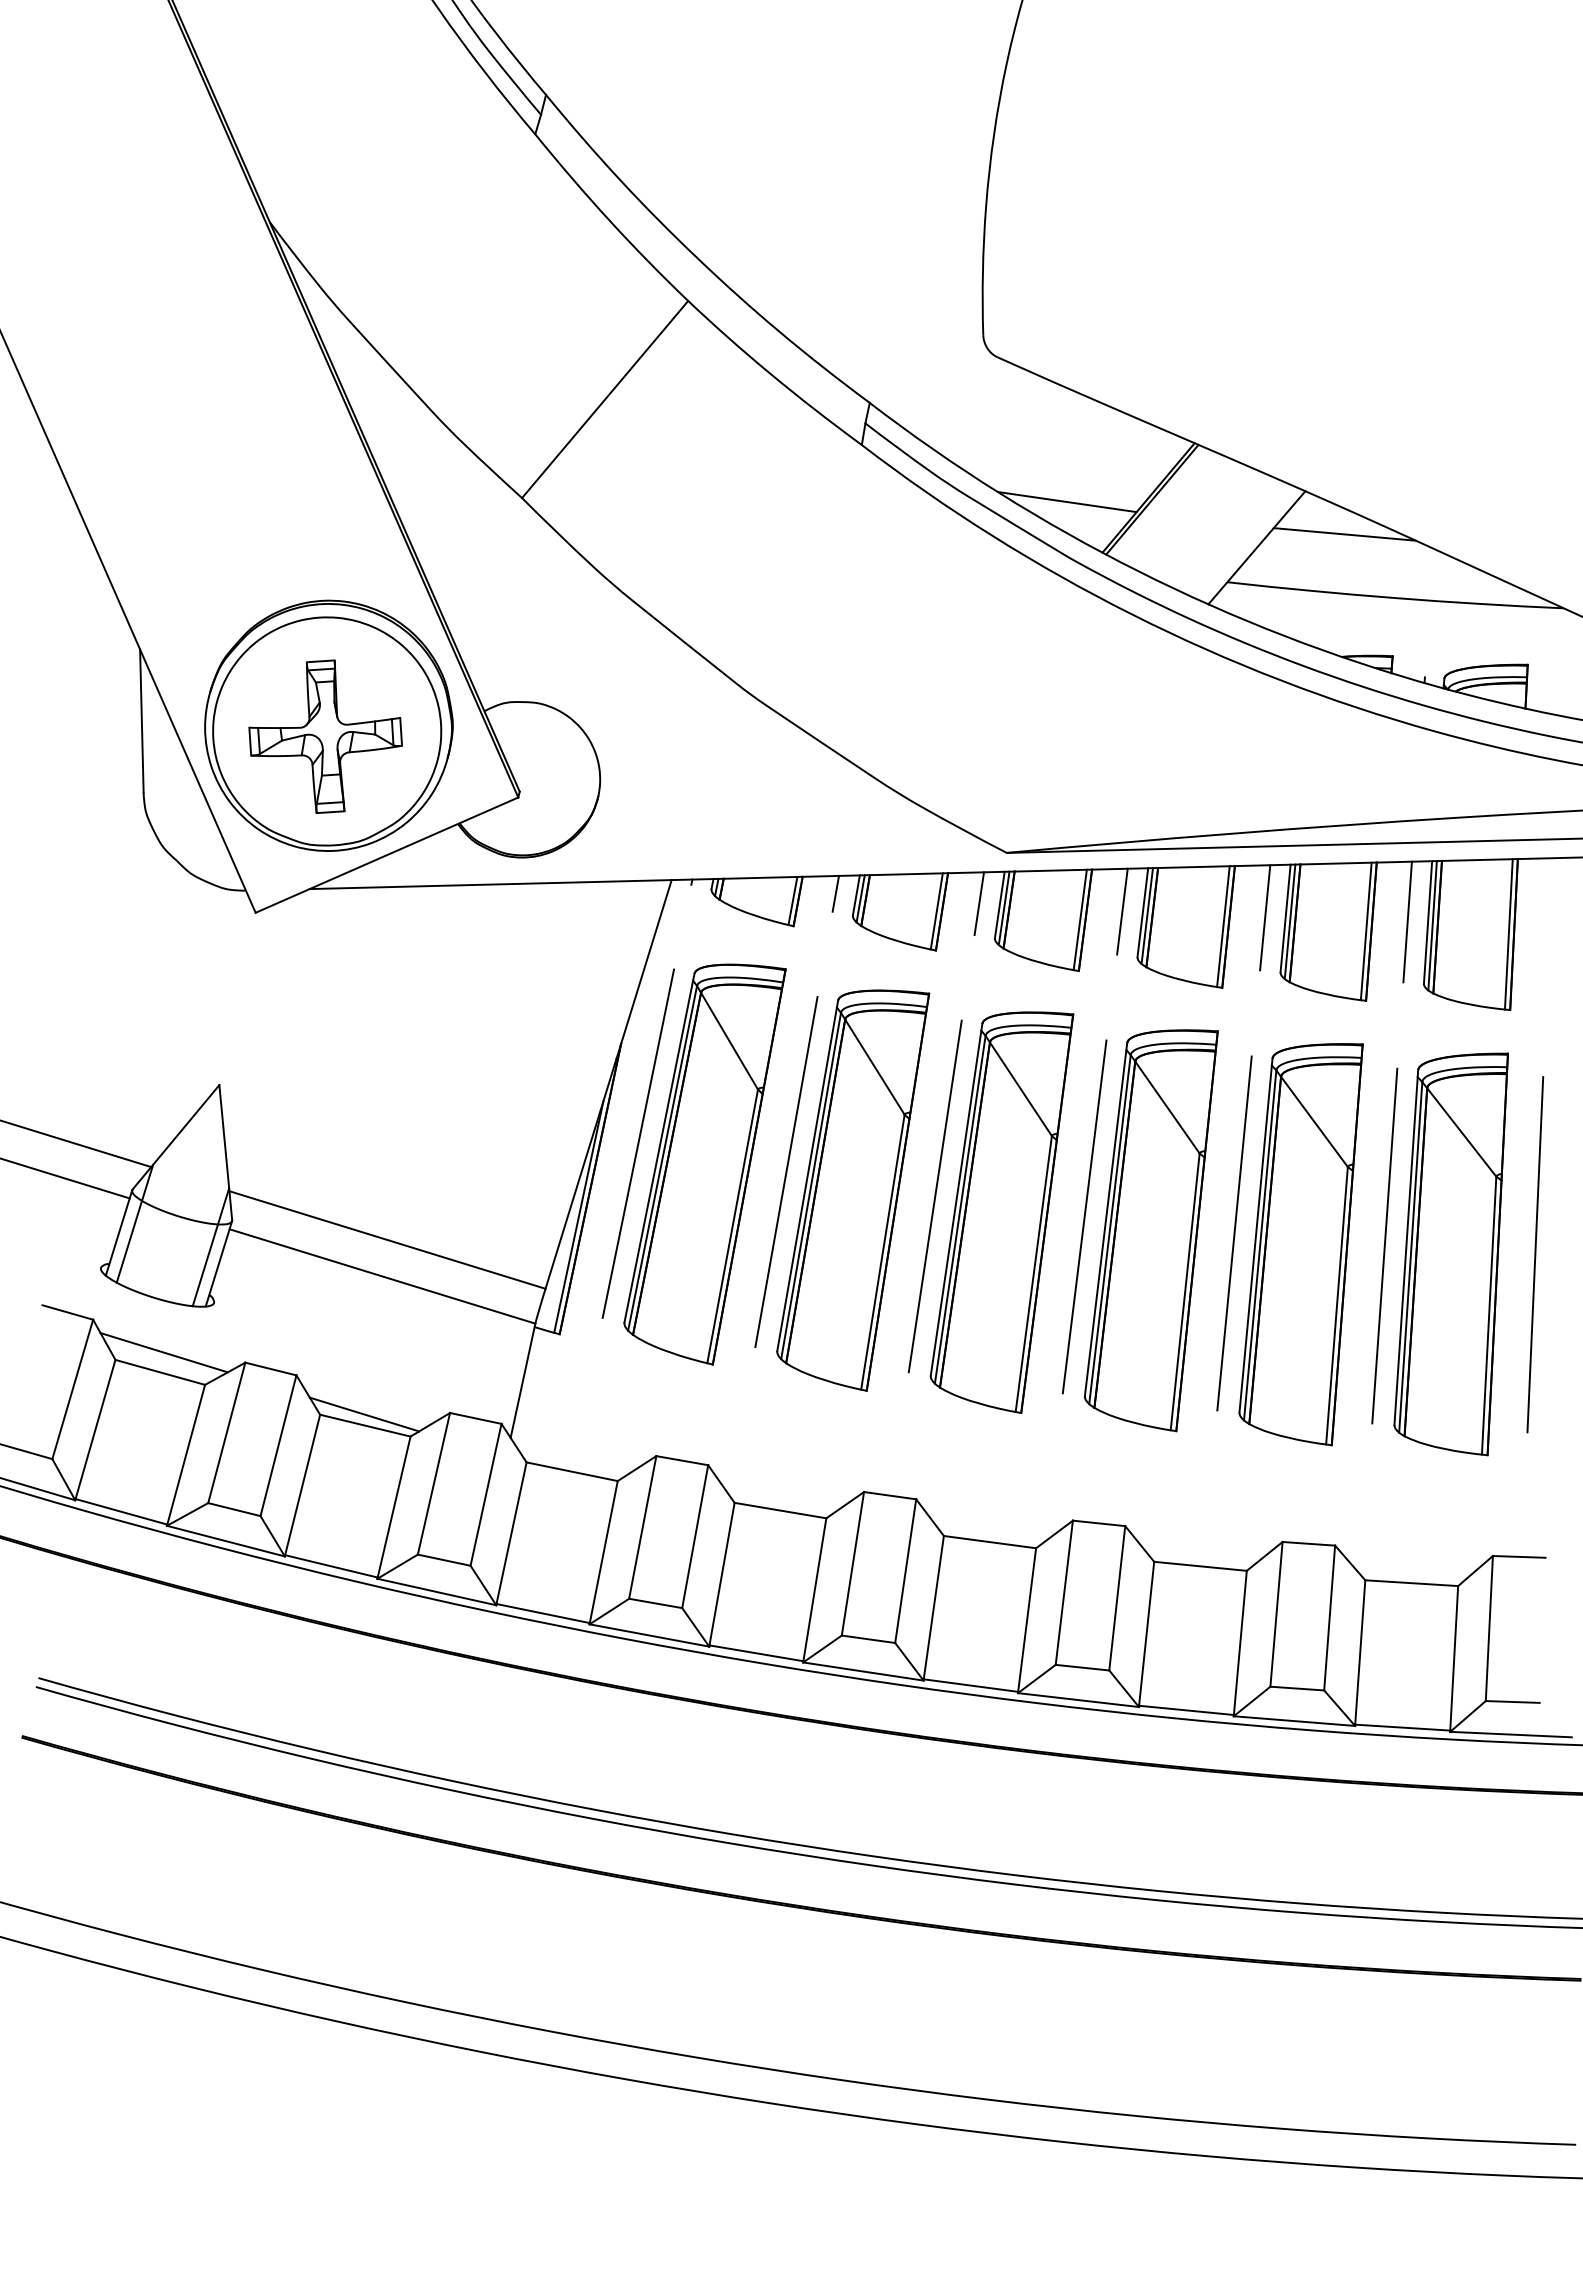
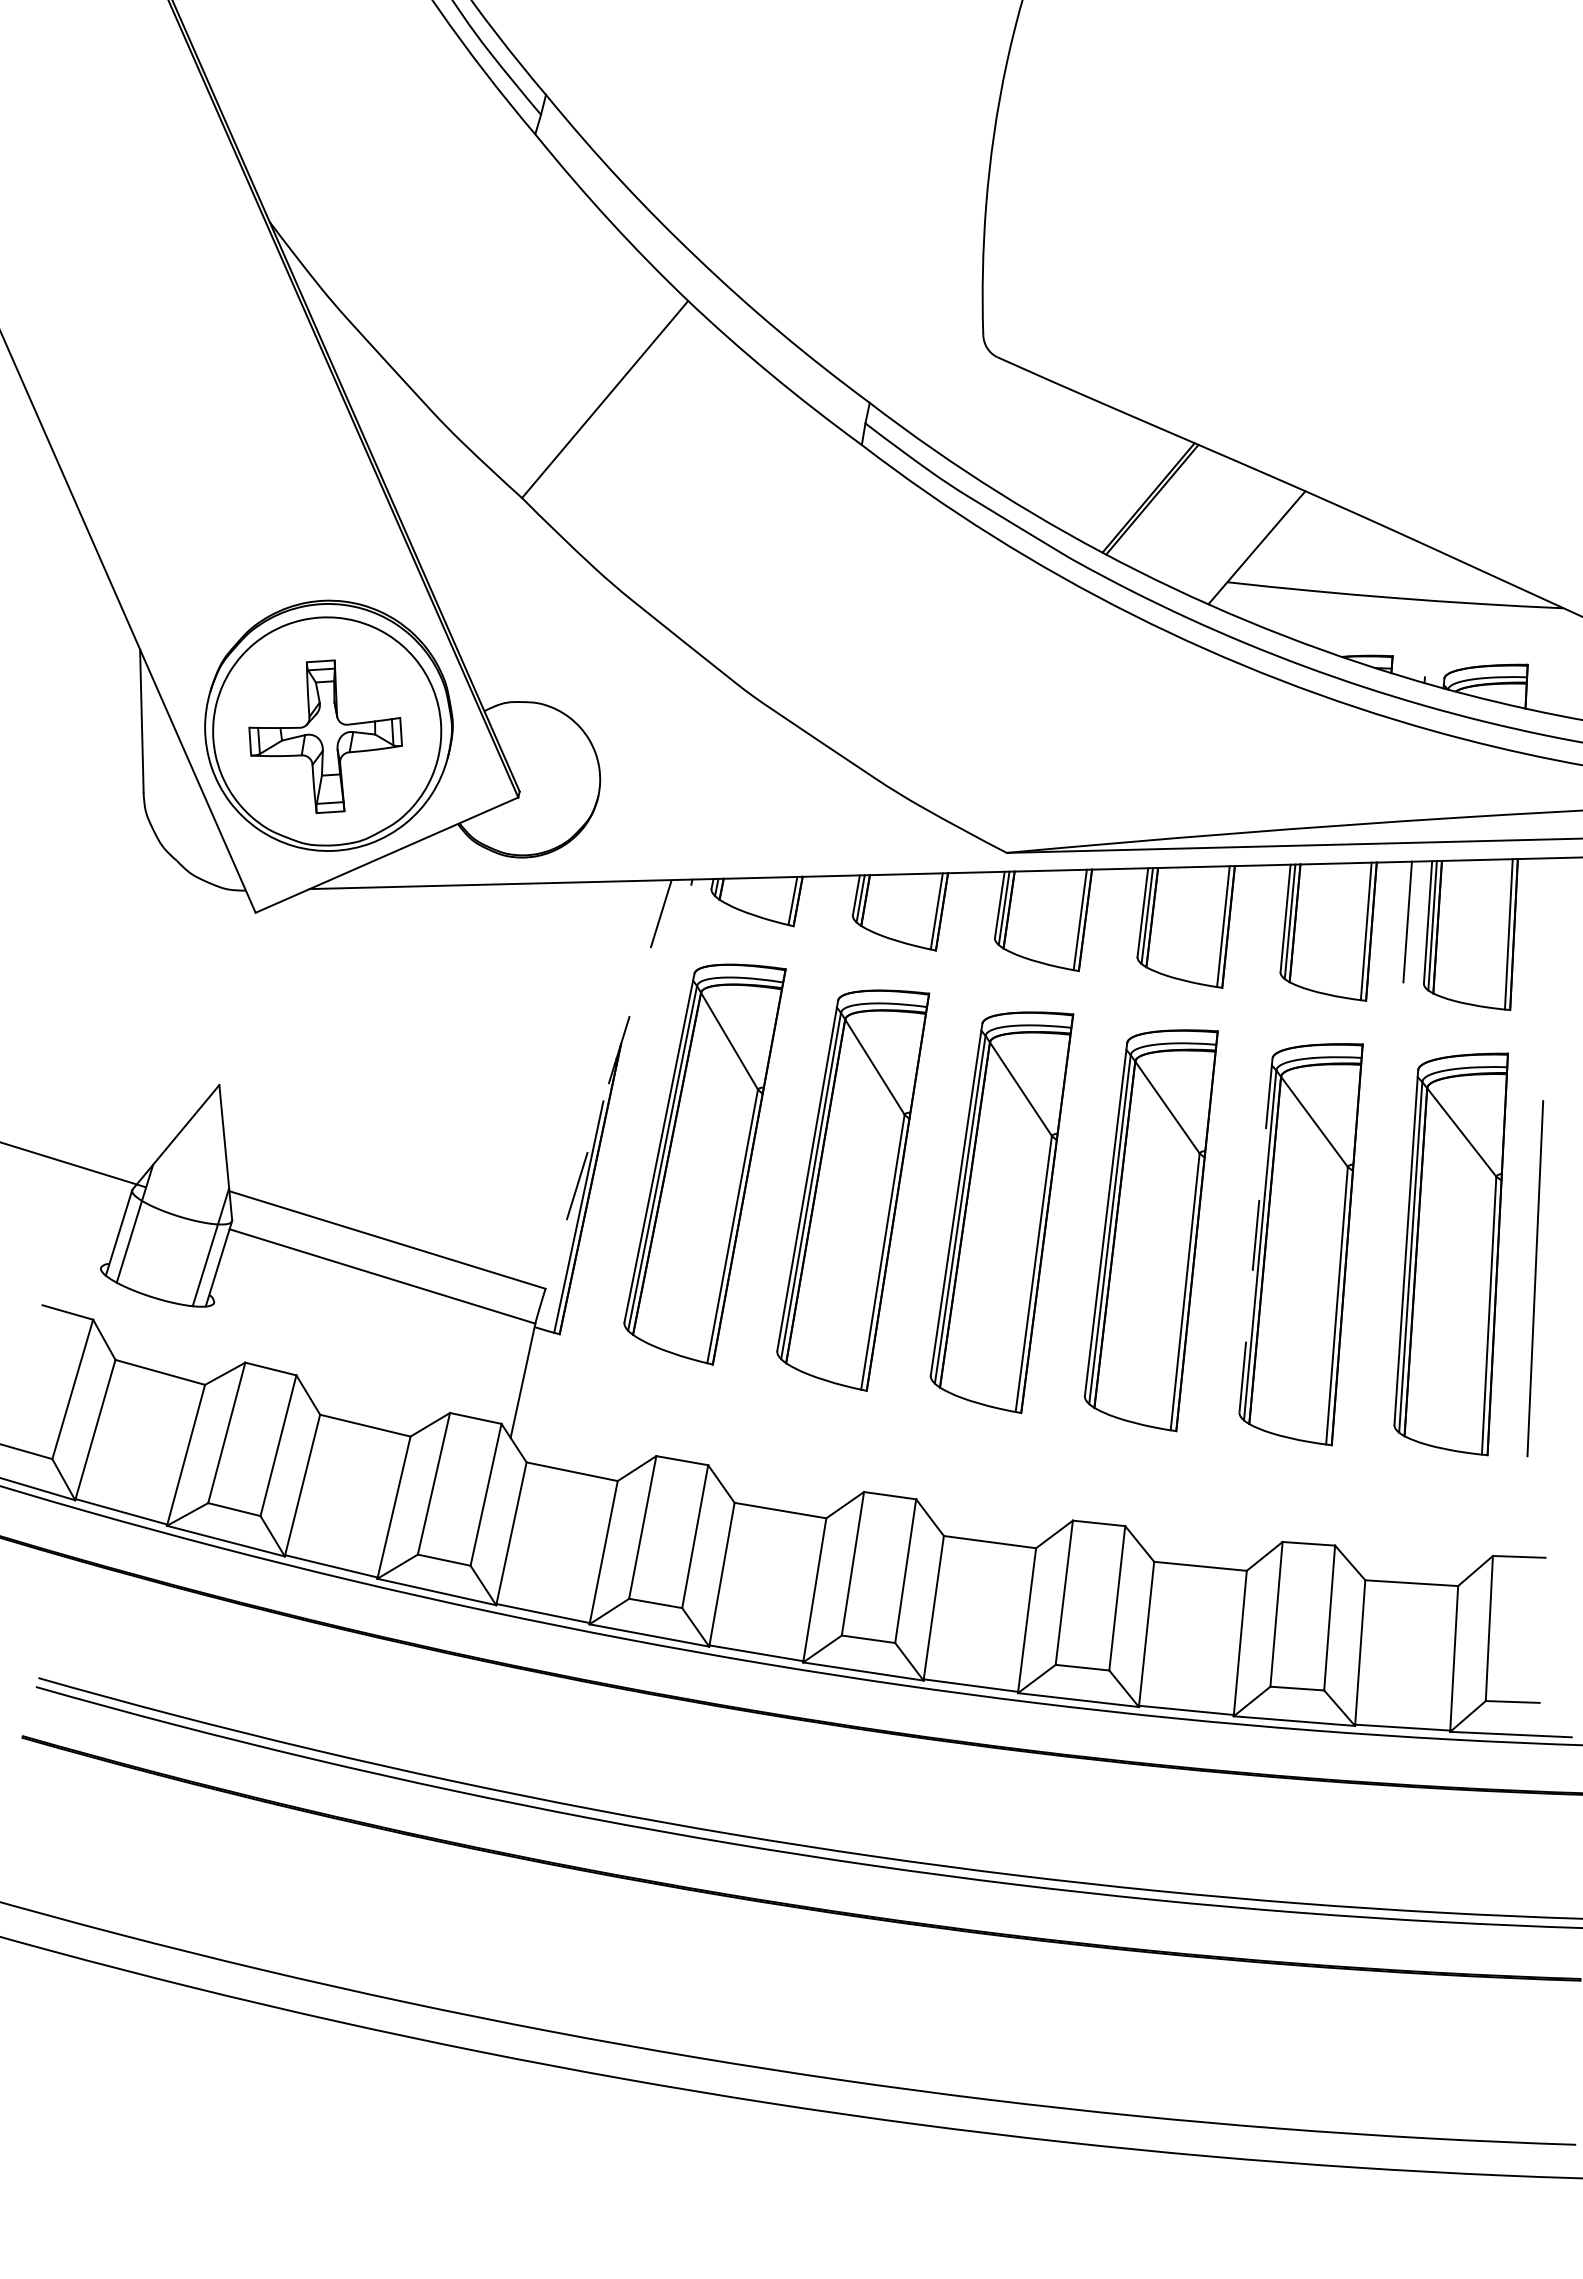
line at (1066, 502): present -> none
line at (1344, 534): present -> none
line at (835, 893): present -> none
line at (979, 903): present -> none
line at (1122, 911): present -> none
line at (1265, 917): present -> none
line at (608, 1084): solid -> dashed
line at (638, 1143): present -> none
line at (76, 1144) position: (76, 1144) -> (73, 1165)
line at (786, 1172): present -> none
line at (65, 1178): present -> none
line at (934, 1196): present -> none
line at (1084, 1216): present -> none
line at (1234, 1233): present -> none
line at (1256, 1235): solid -> dashed
line at (1384, 1245): present -> none
line at (1535, 1254) position: (1535, 1254) -> (1535, 1278)
line at (163, 1352): present -> none
line at (364, 1414): present -> none
